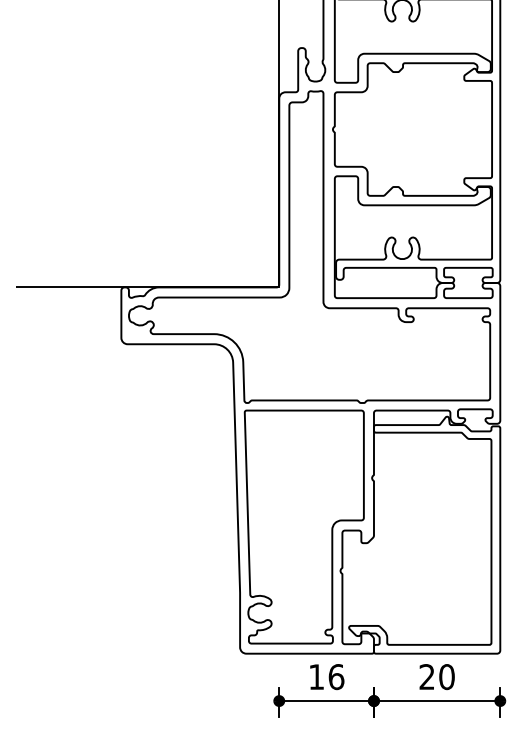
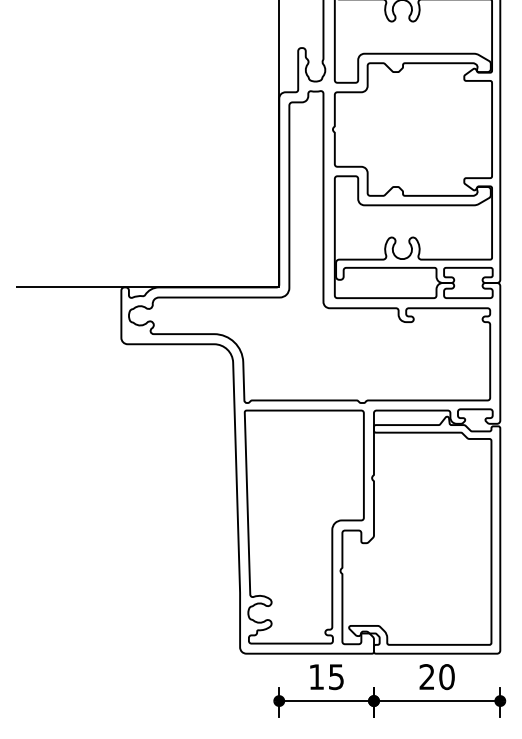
text at (336, 677): 16 -> 15
